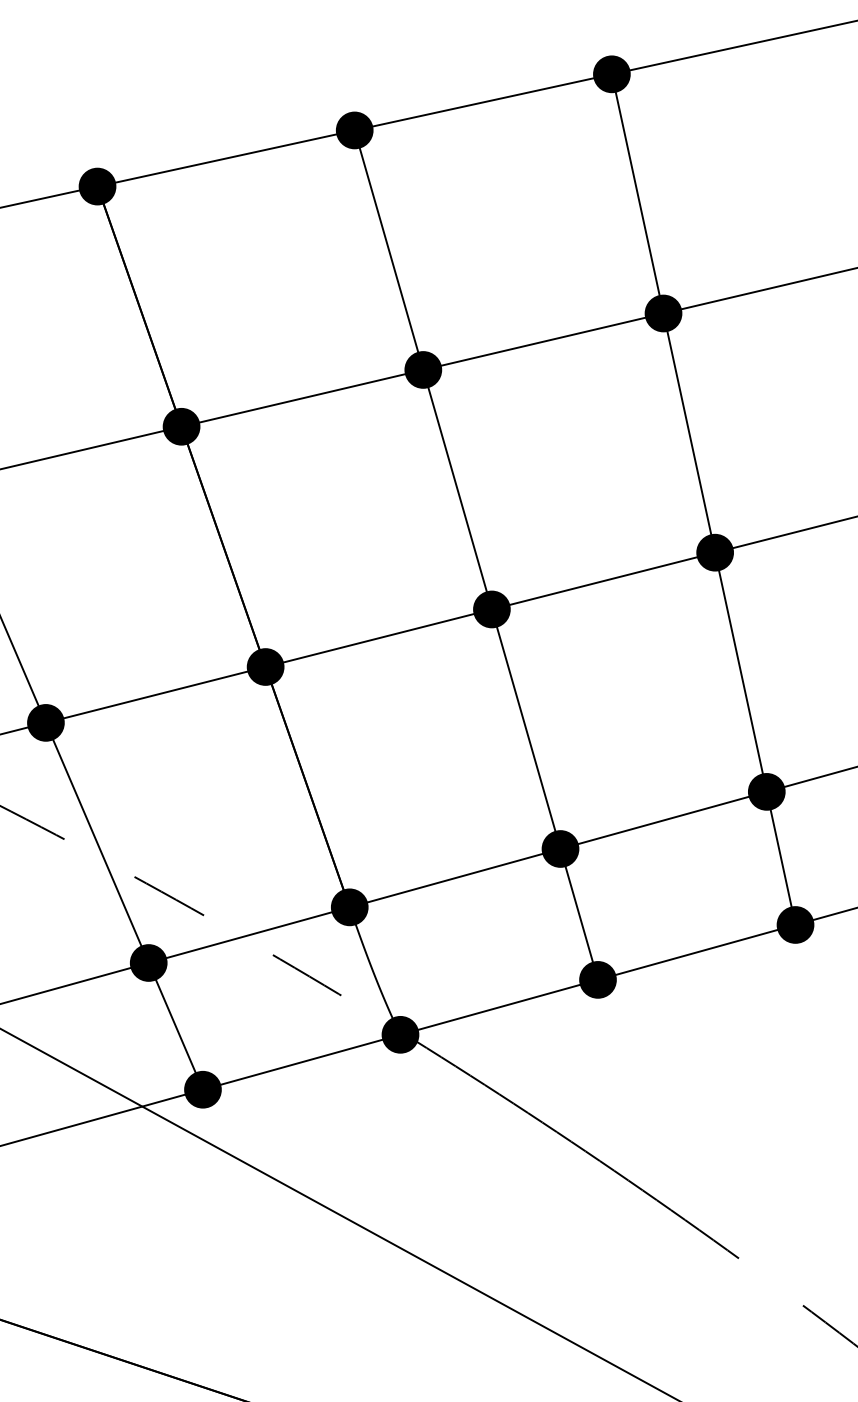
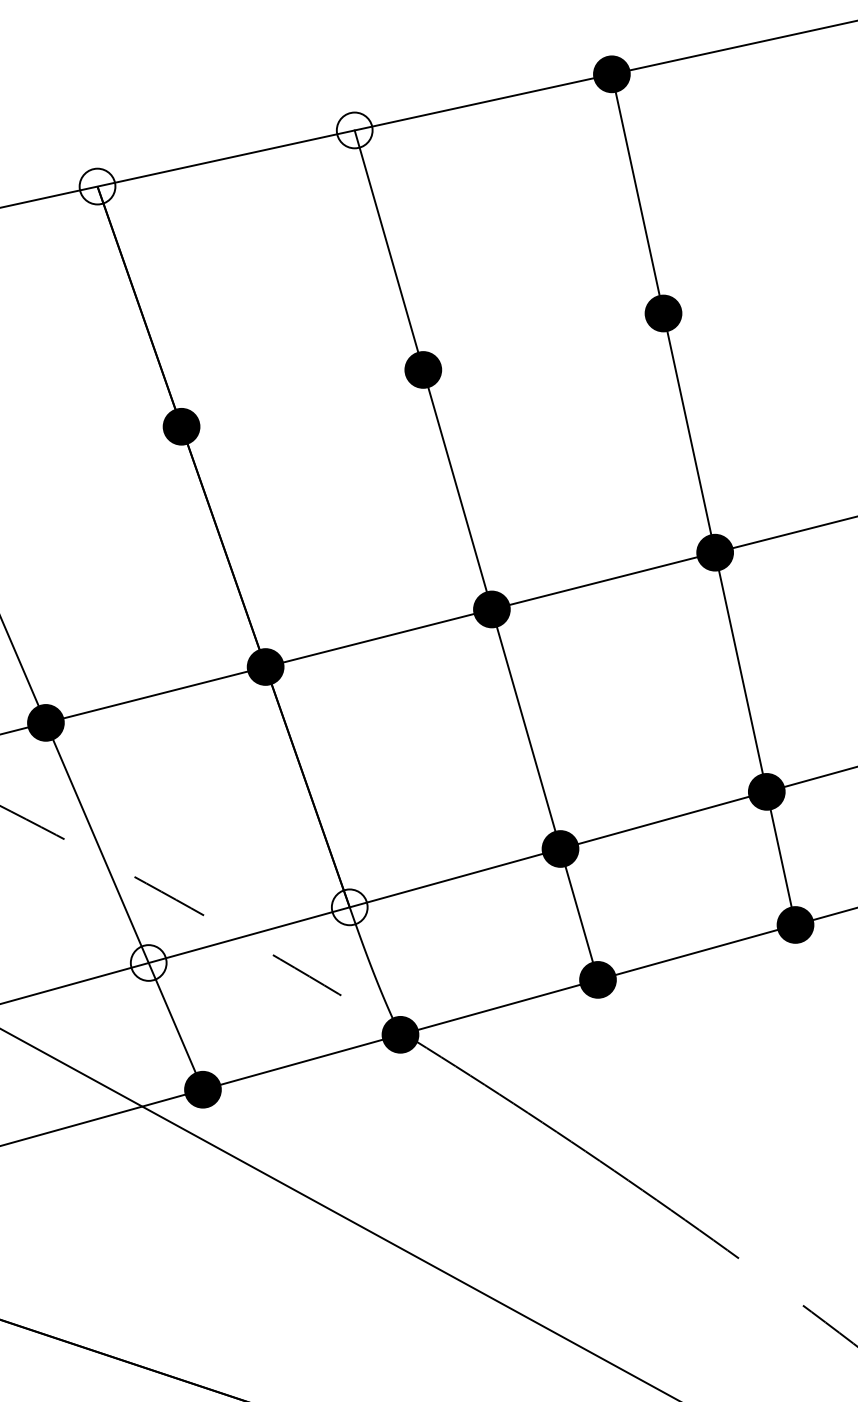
fill at (354, 130): present -> none
fill at (97, 186): present -> none
line at (428, 368): present -> none
fill at (349, 907): present -> none
fill at (148, 962): present -> none
